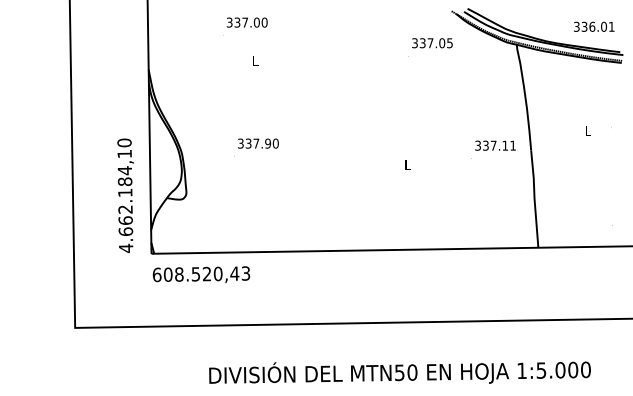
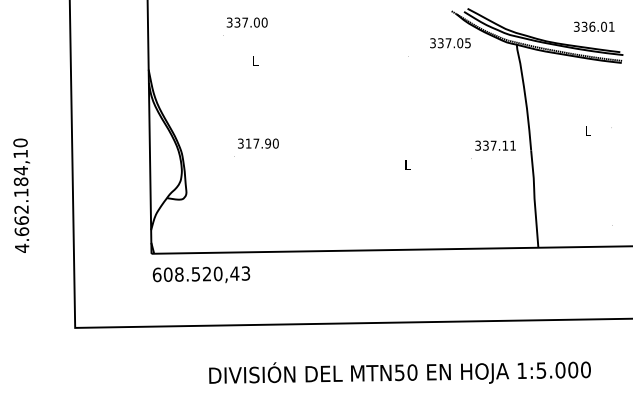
text at (432, 43) position: (432, 43) -> (450, 43)
text at (248, 143): 337.90 -> 317.90
text at (125, 195) position: (125, 195) -> (21, 195)
